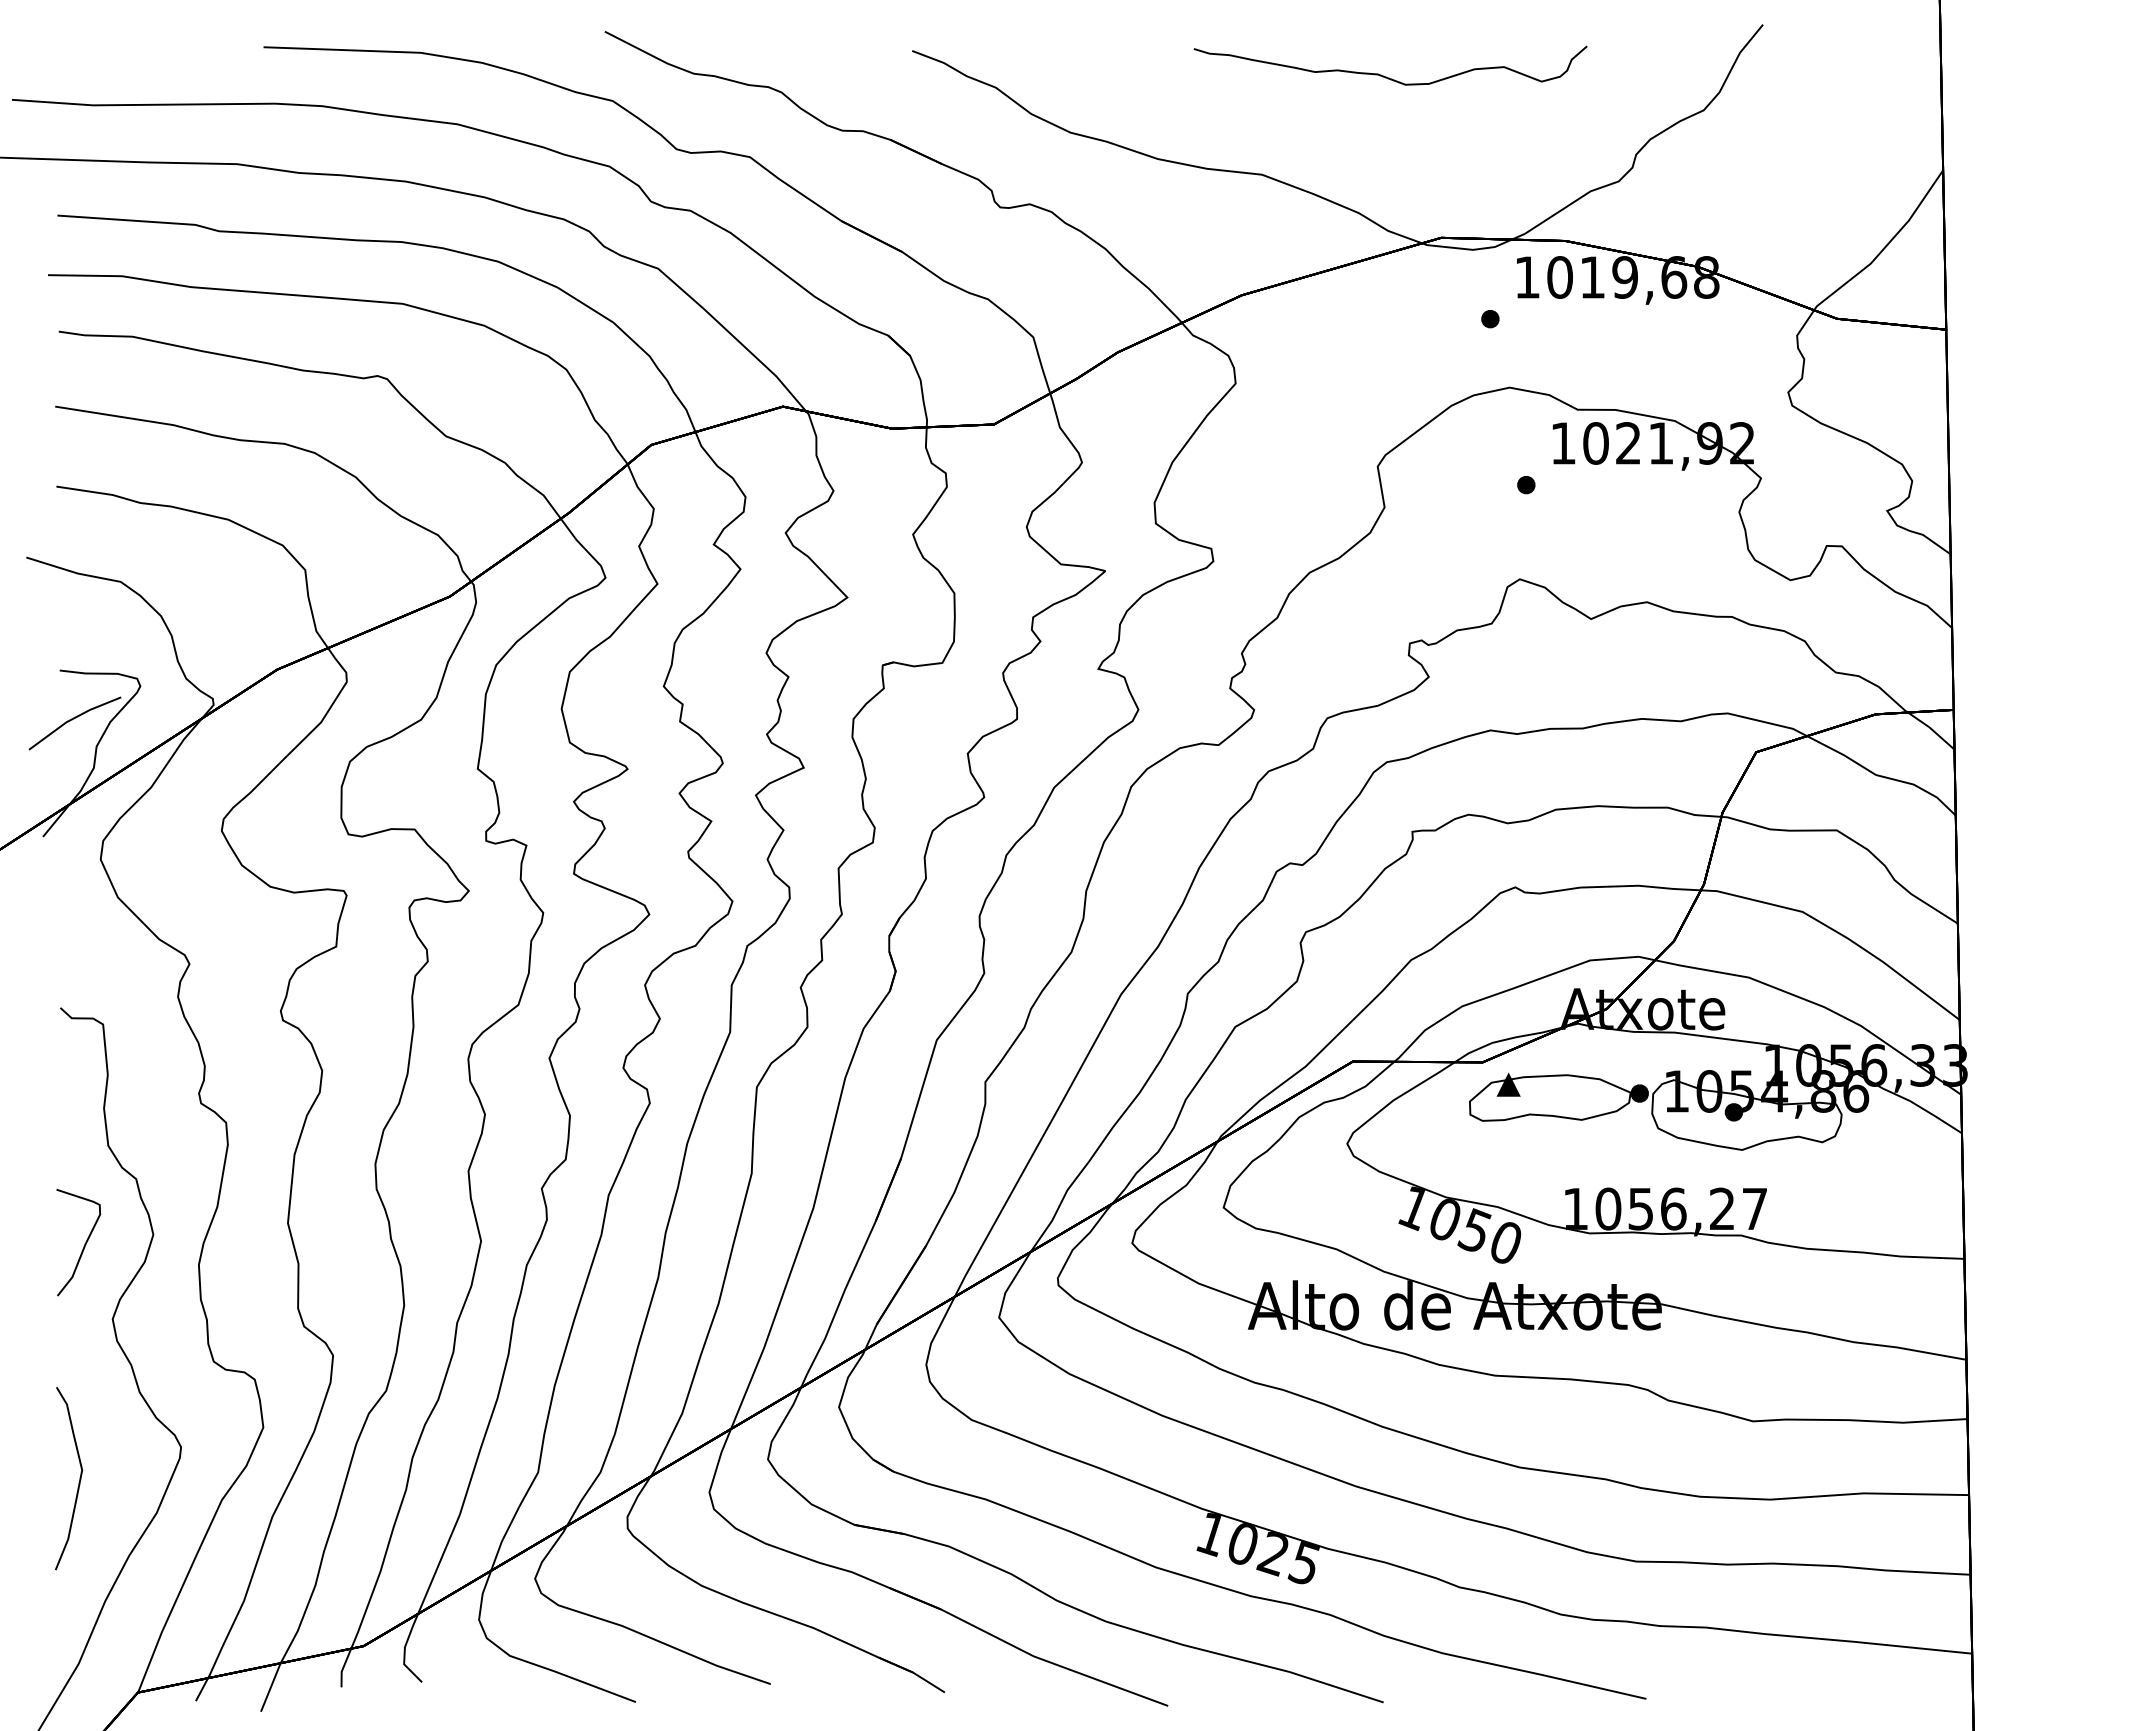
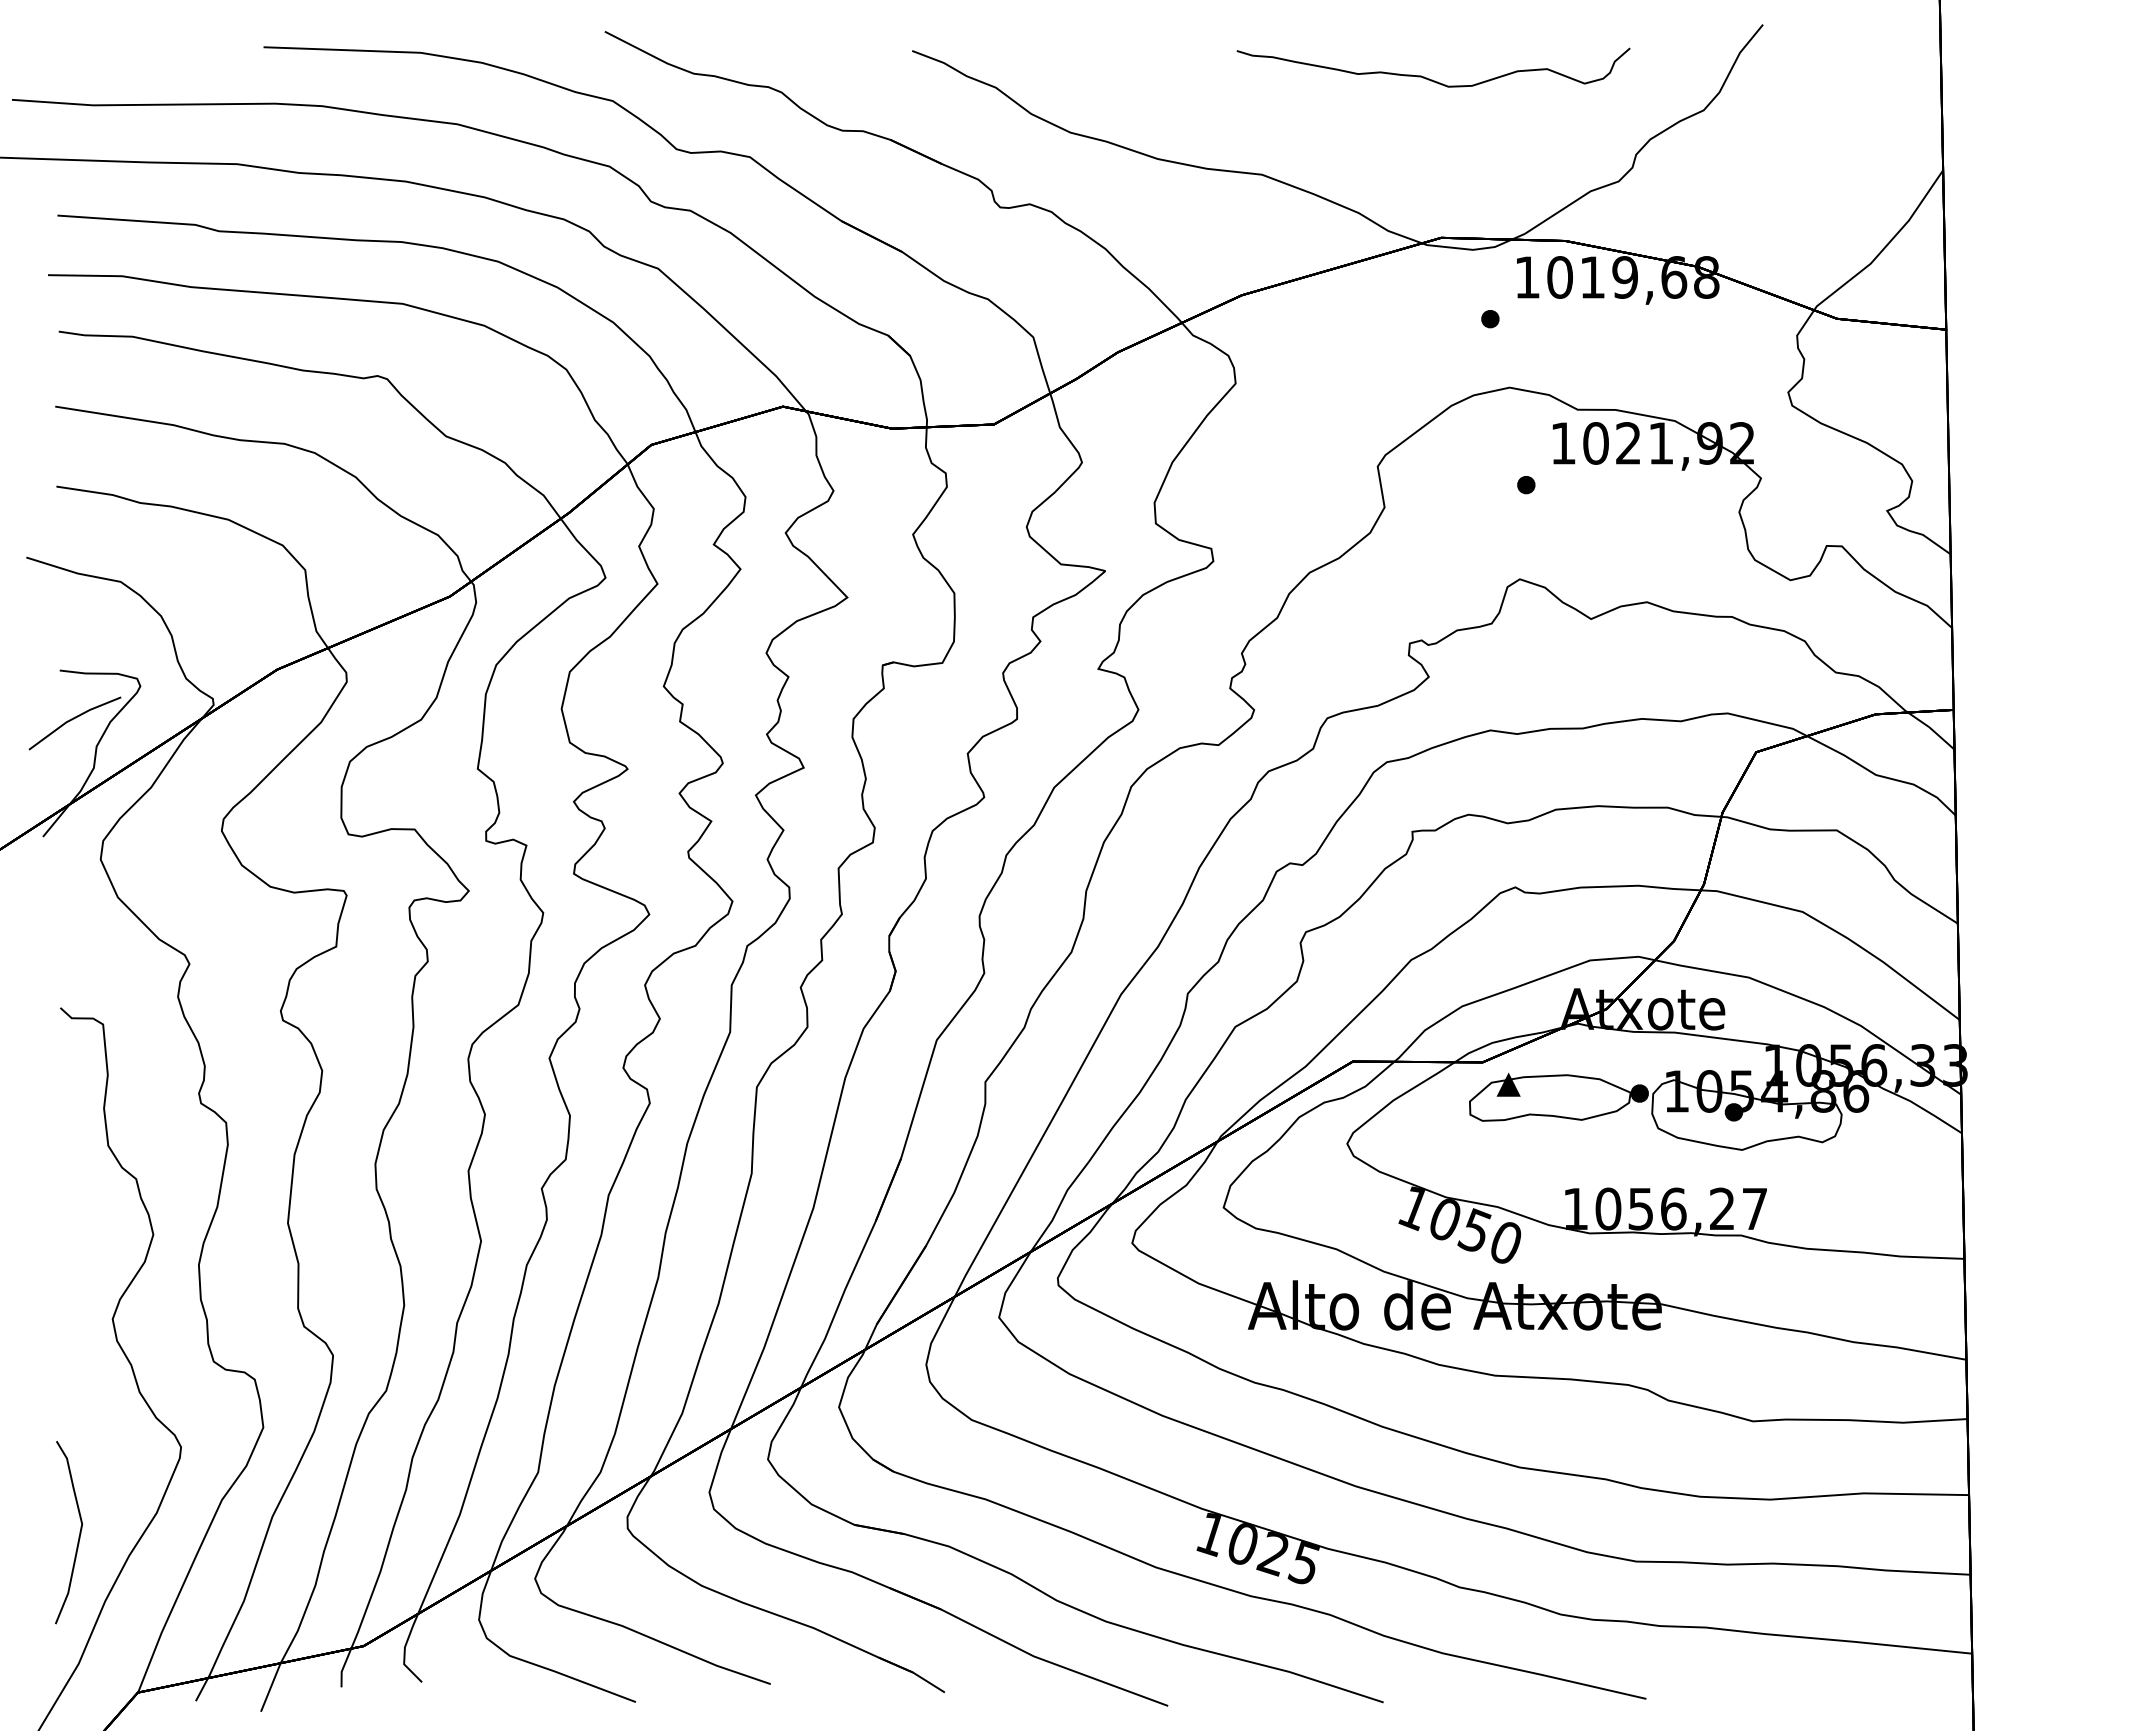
curve at (1386, 76) position: (1386, 76) -> (1429, 78)
curve at (84, 1243): present -> none
curve at (78, 1482) position: (78, 1482) -> (78, 1536)
